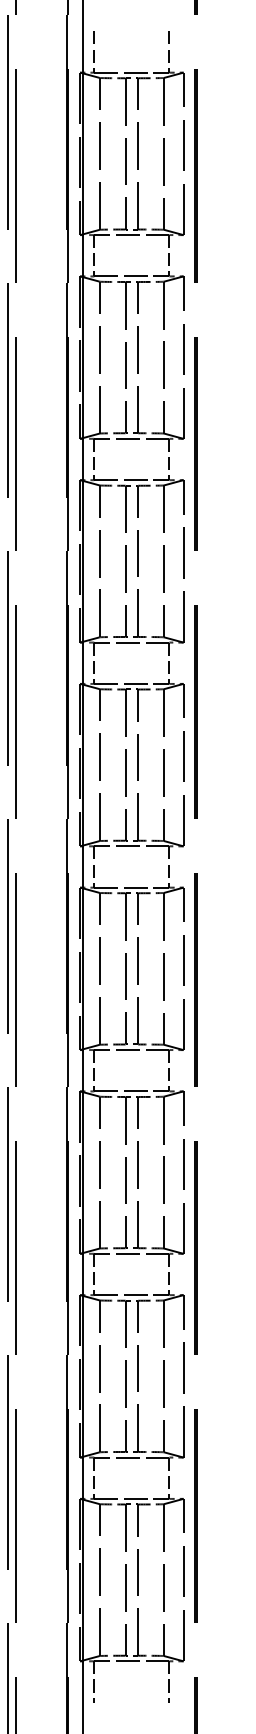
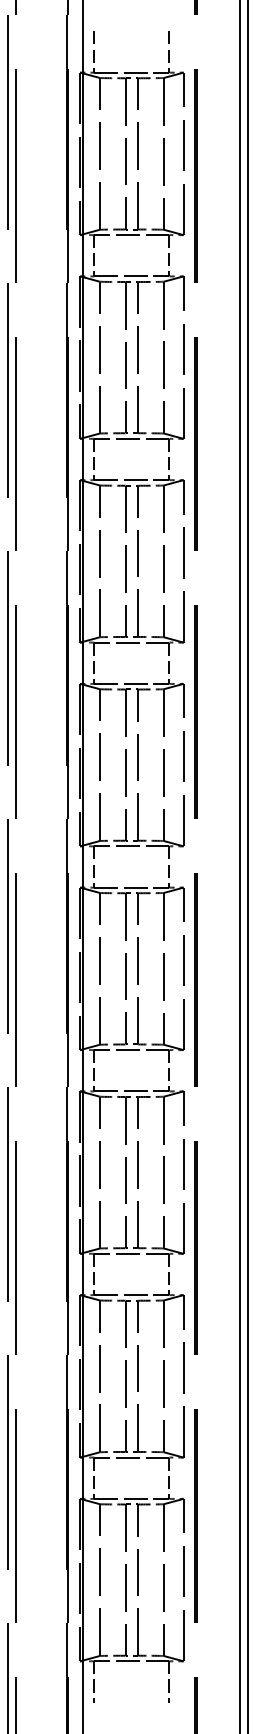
line at (240, 866): none -> present
line at (248, 866): none -> present
